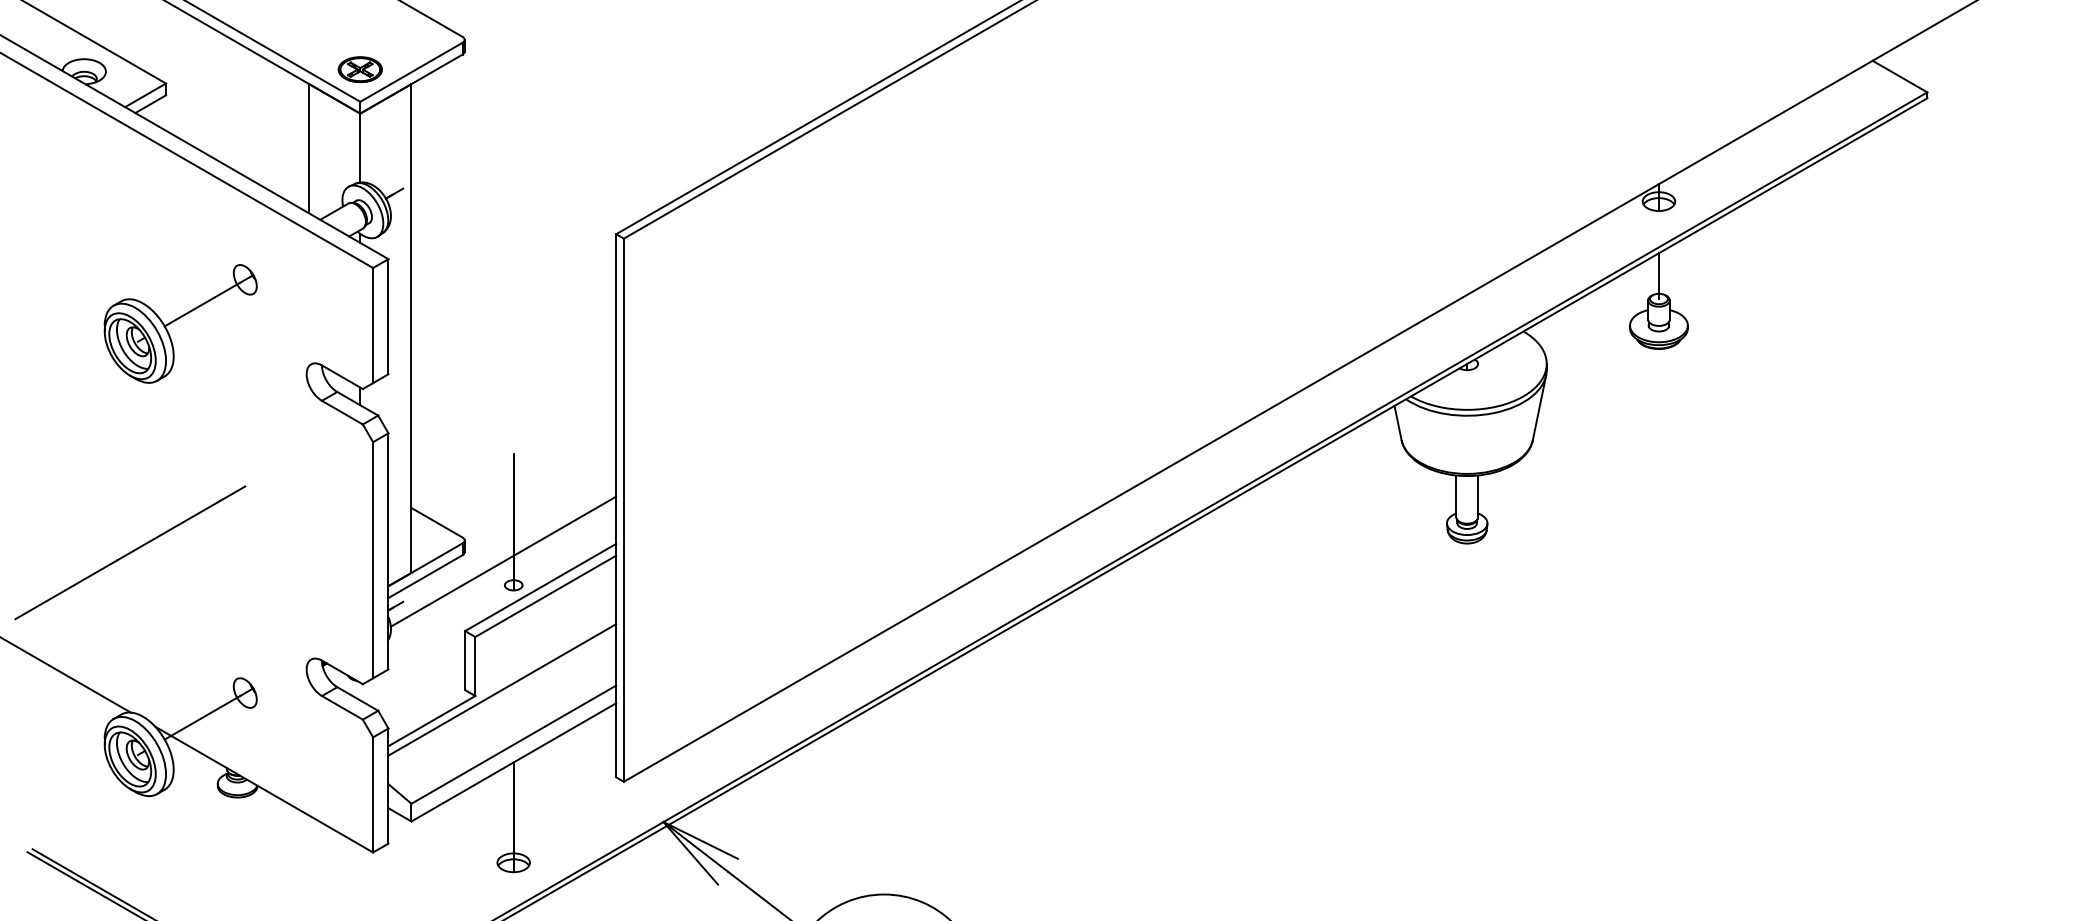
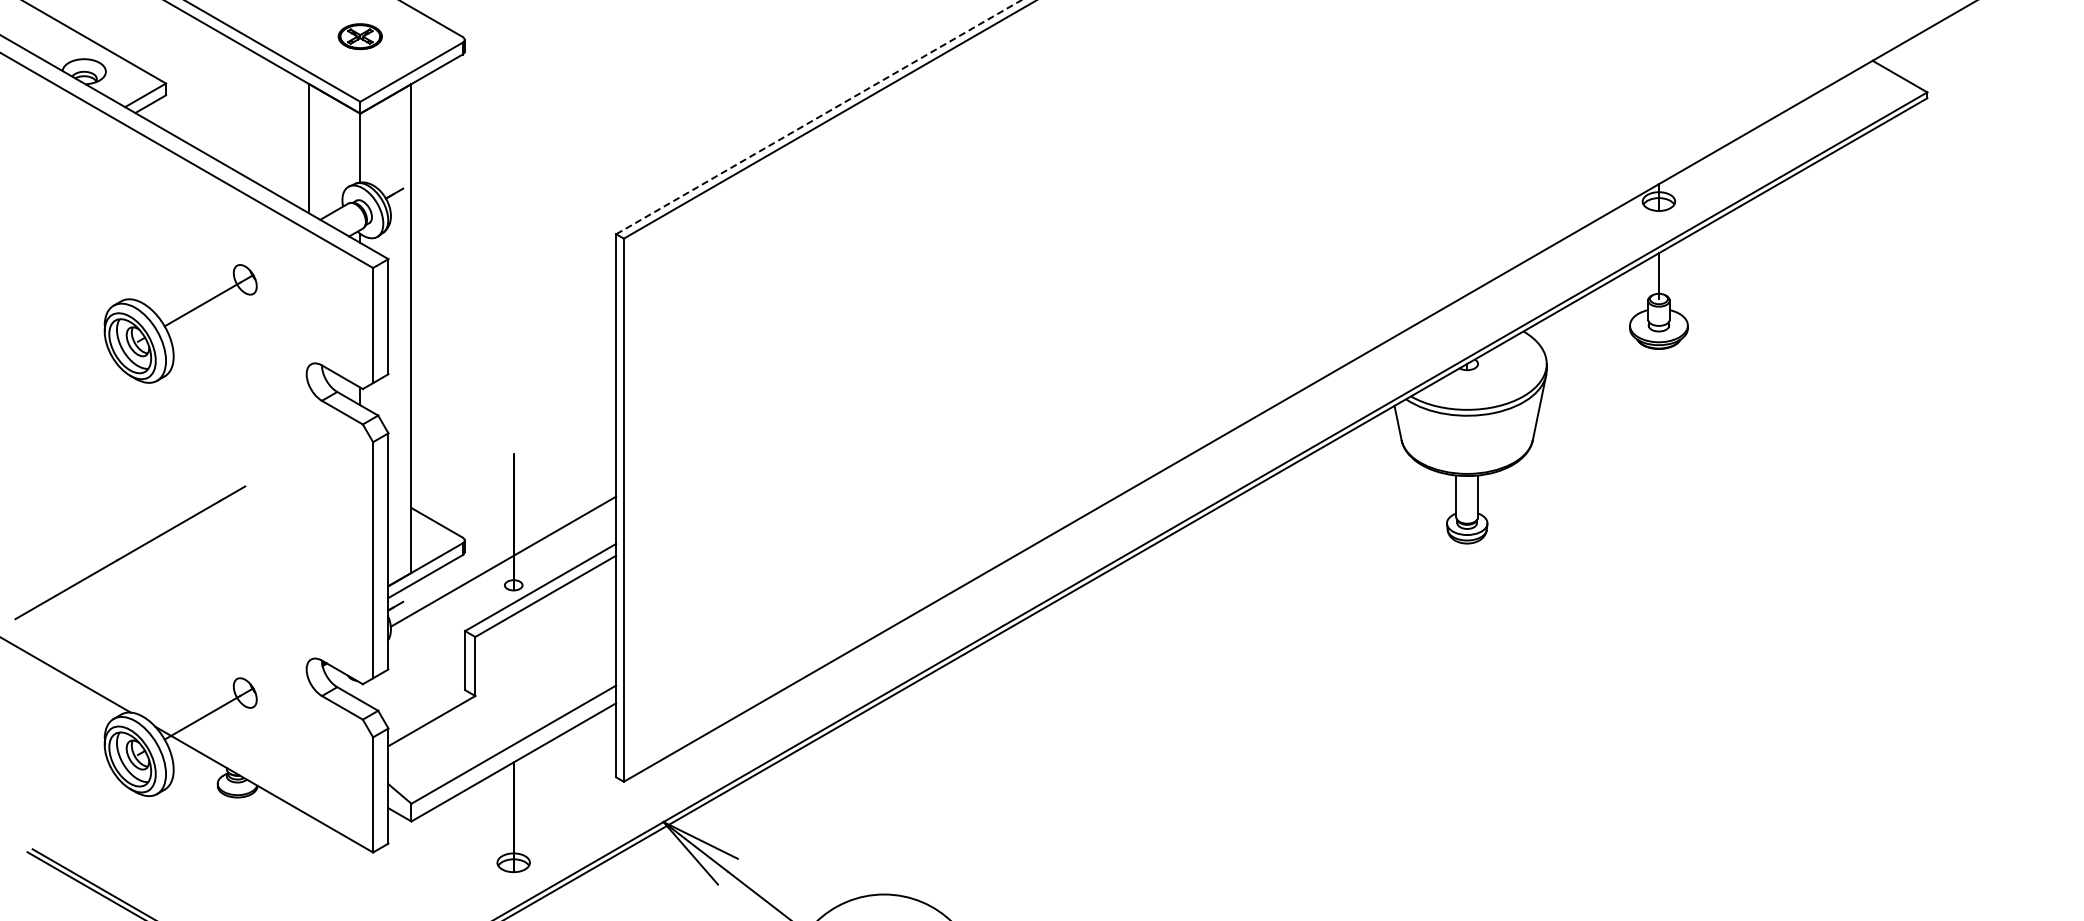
part at (359, 69) position: (359, 69) -> (359, 36)
line at (818, 117): solid -> dashed
line at (502, 689): present -> none
